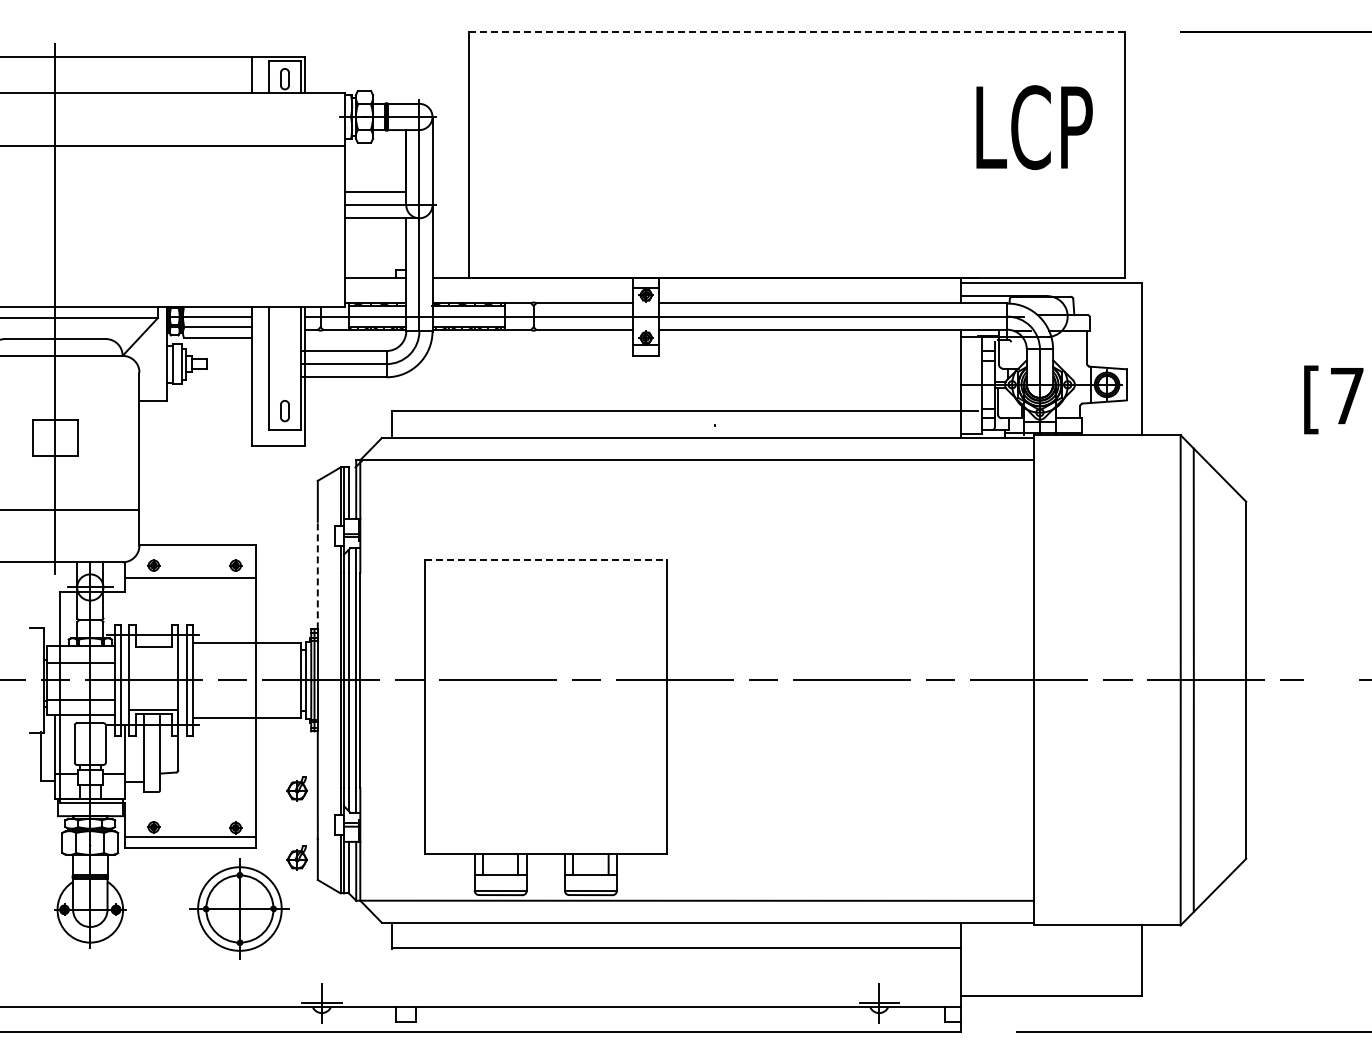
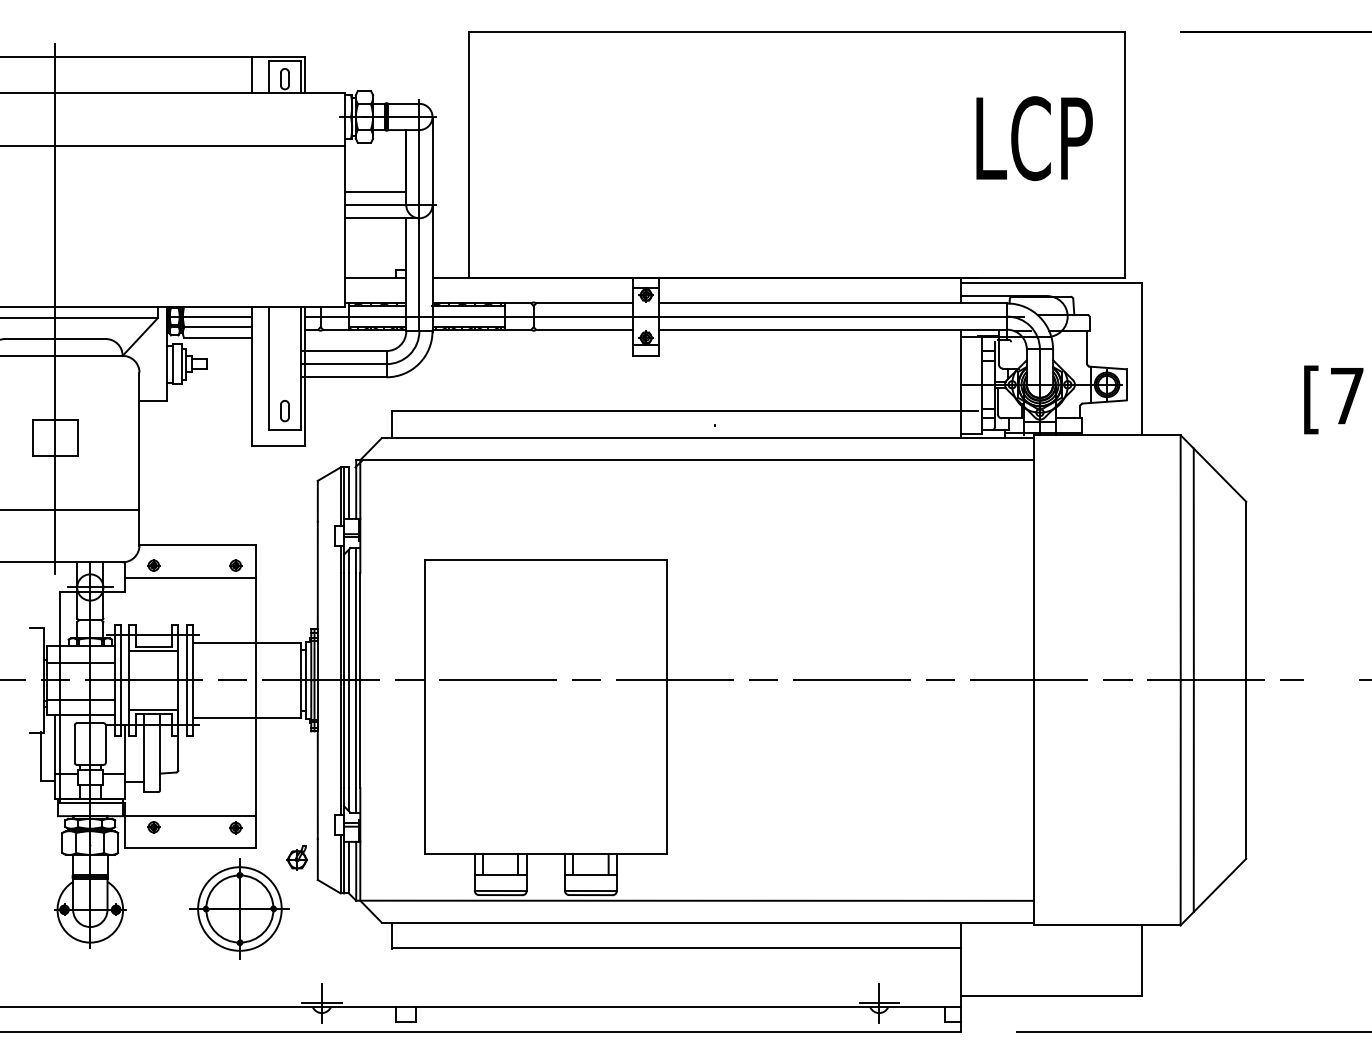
line at (797, 32): dashed -> solid
text at (1034, 127) position: (1034, 127) -> (1034, 138)
line at (546, 559): dashed -> solid
line at (317, 575): dashed -> solid
line at (153, 650): none -> present
part at (296, 788): present -> none
line at (190, 836) position: (190, 836) -> (190, 815)
